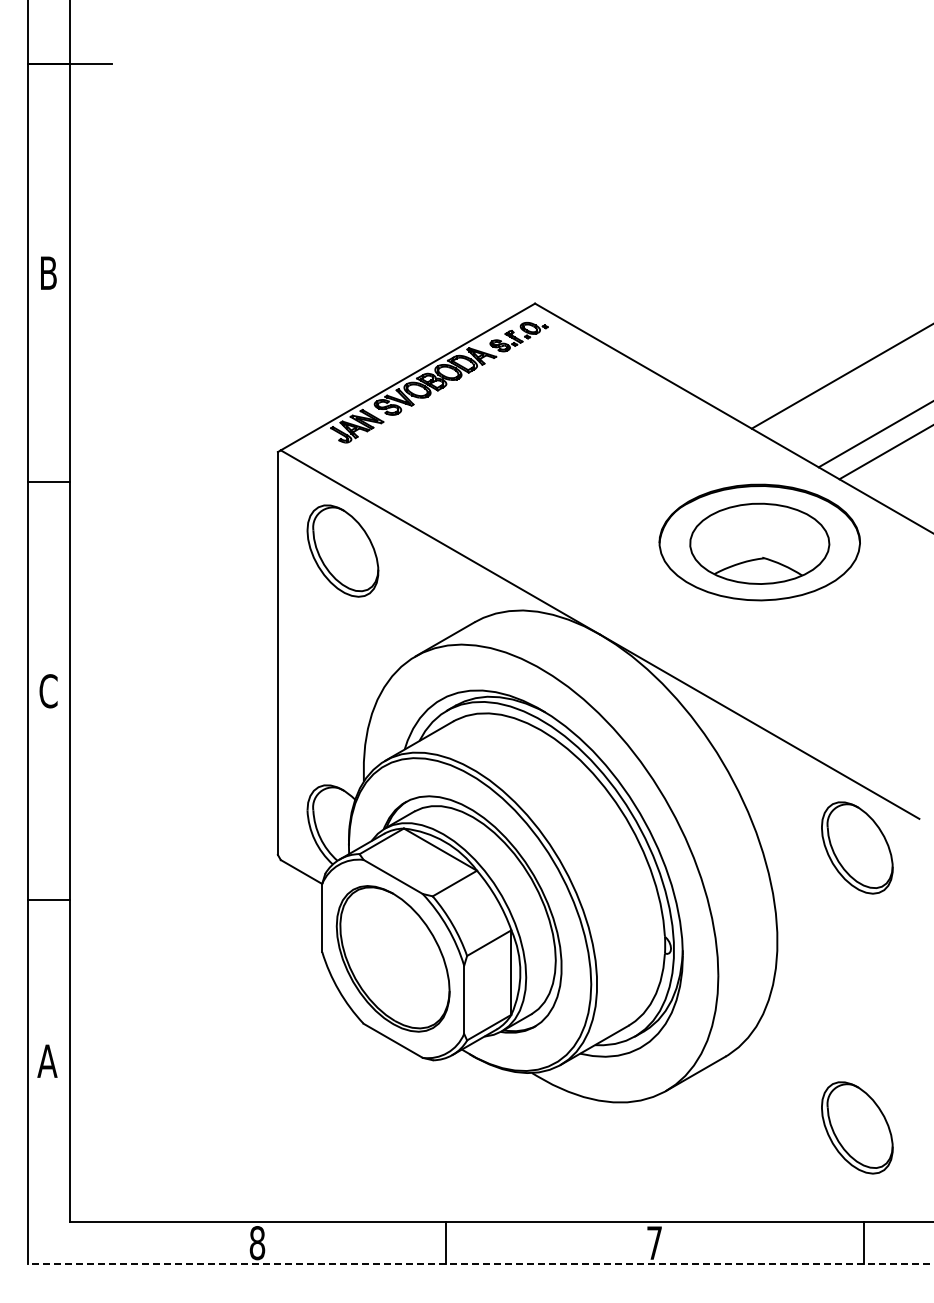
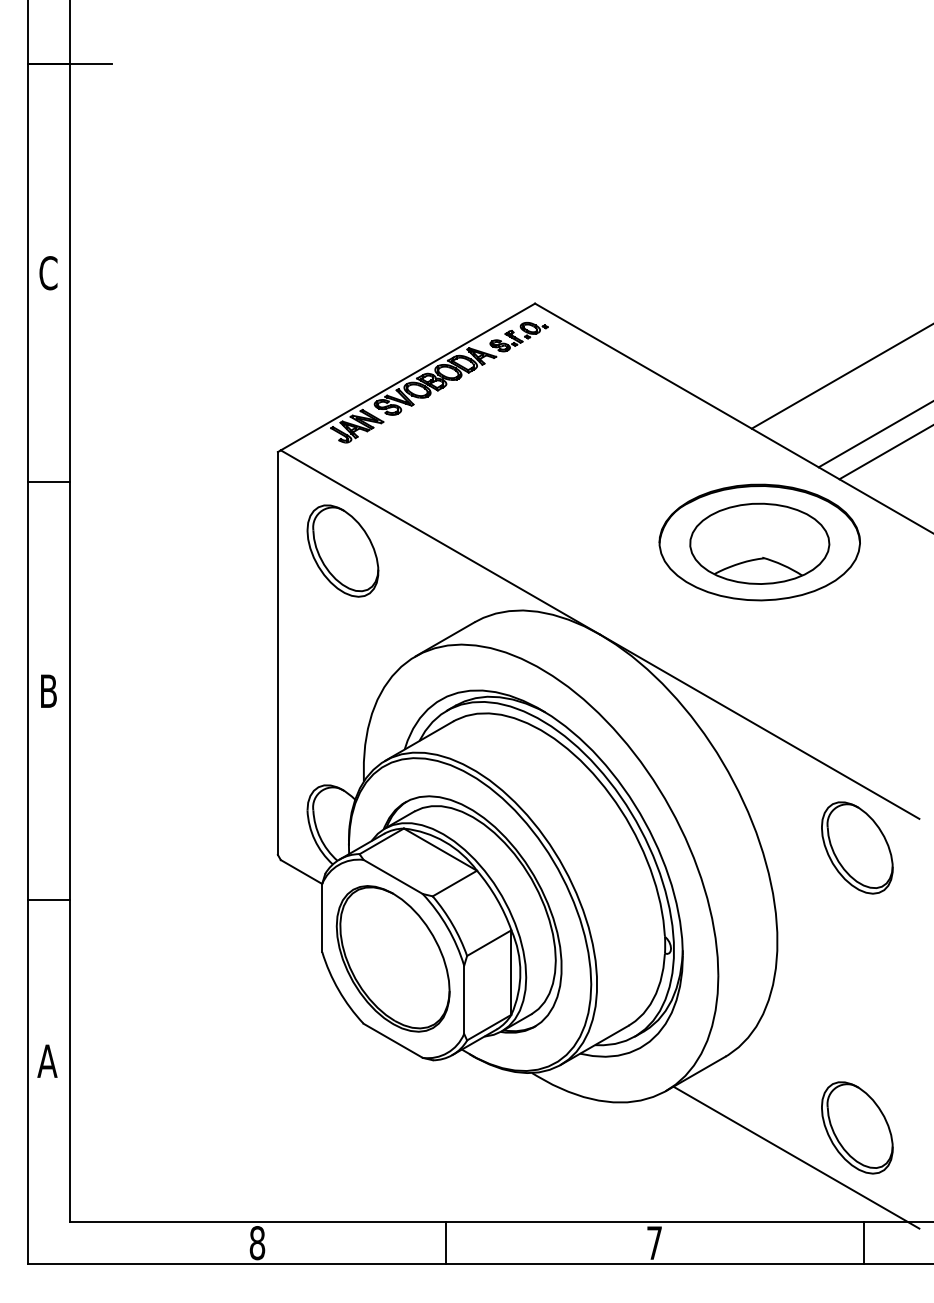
text at (48, 273): B -> C
text at (48, 691): C -> B
line at (796, 1157): none -> present
line at (480, 1263): dashed -> solid
